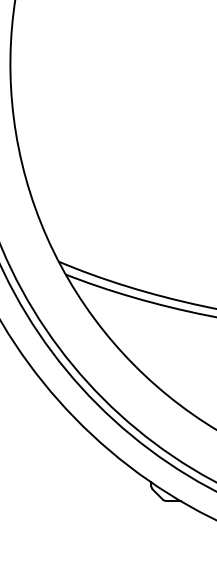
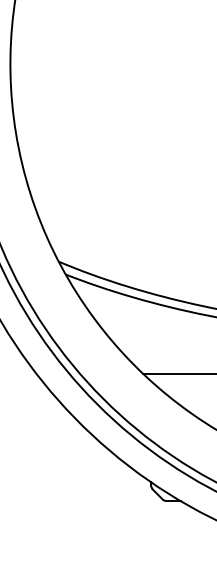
line at (178, 373): none -> present
